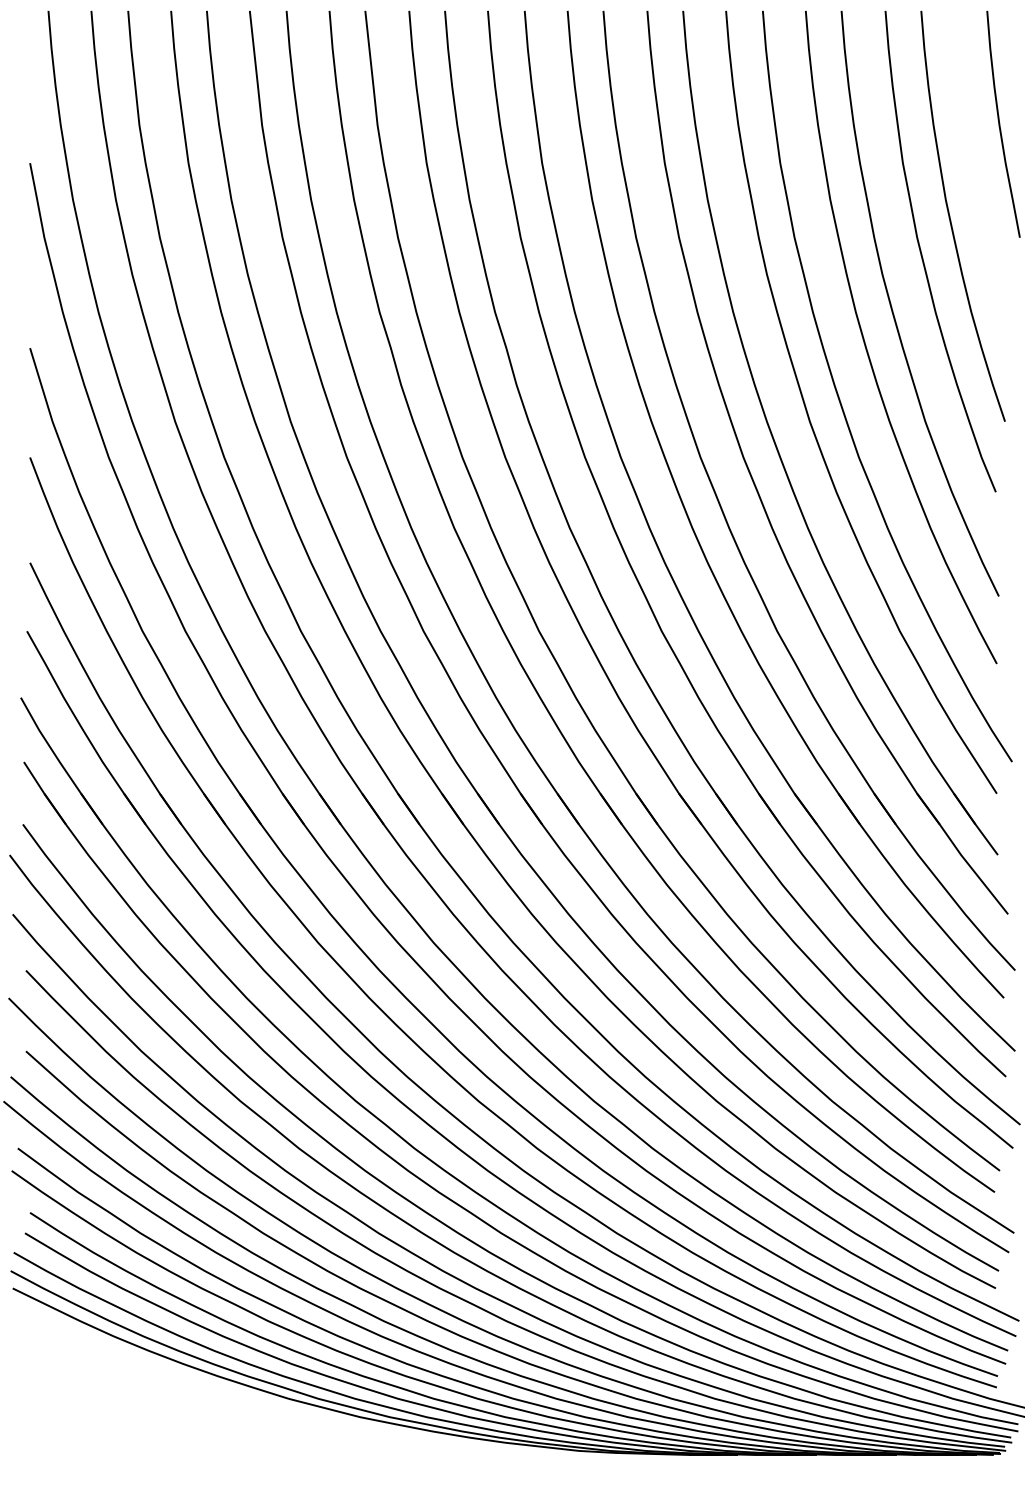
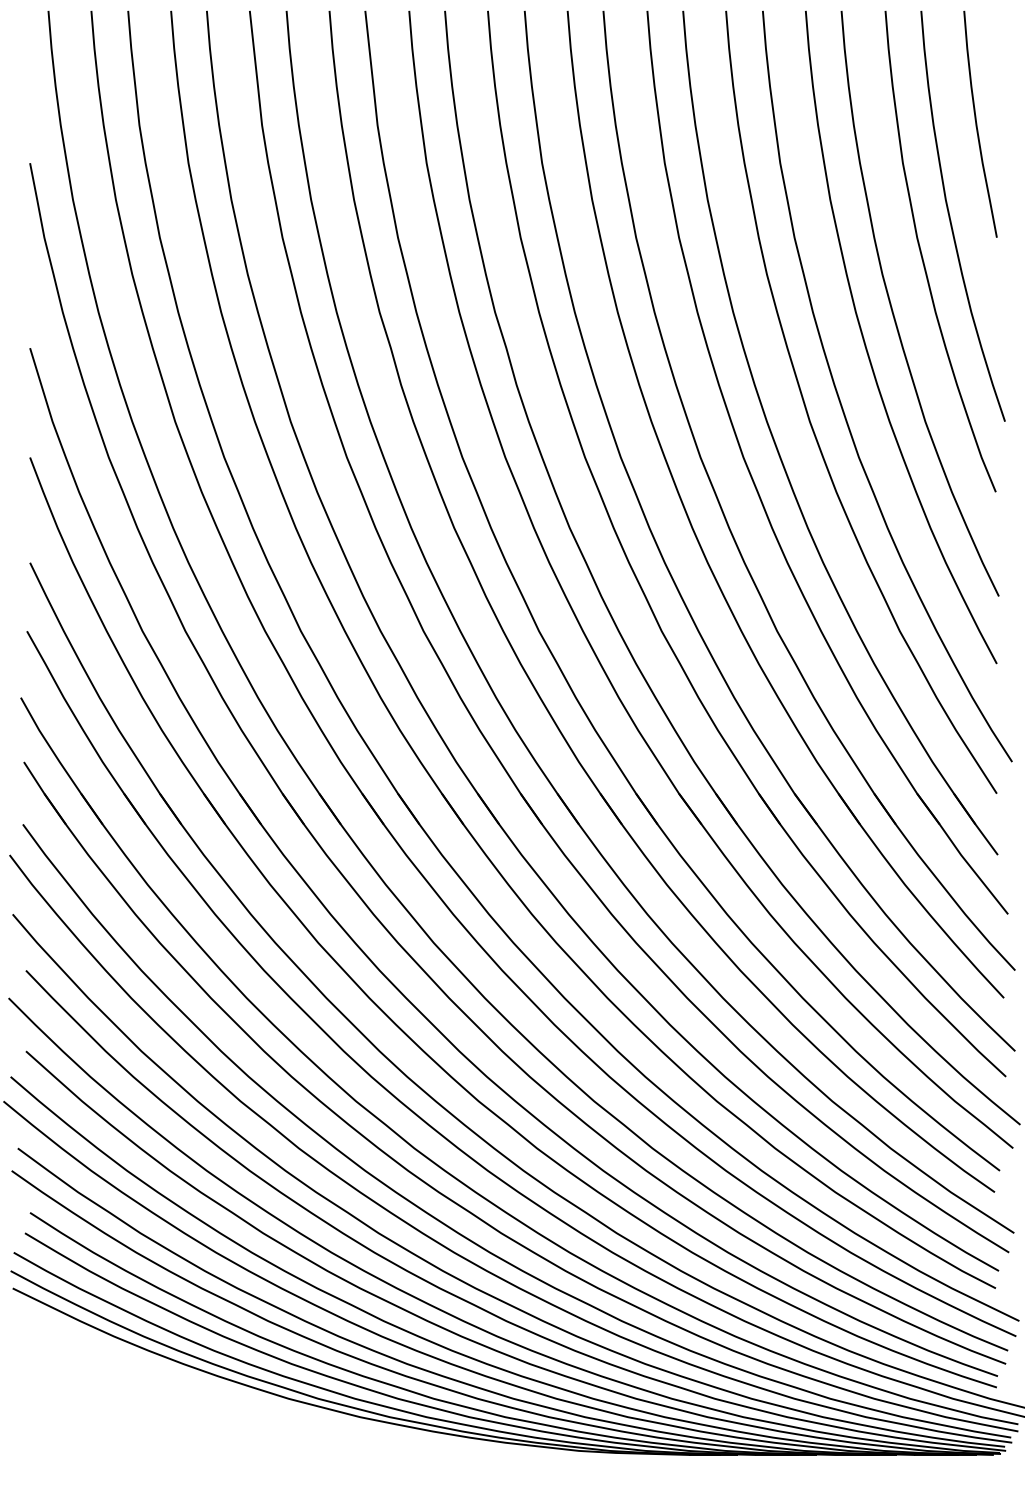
curve at (1000, 123) position: (1000, 123) -> (977, 123)
